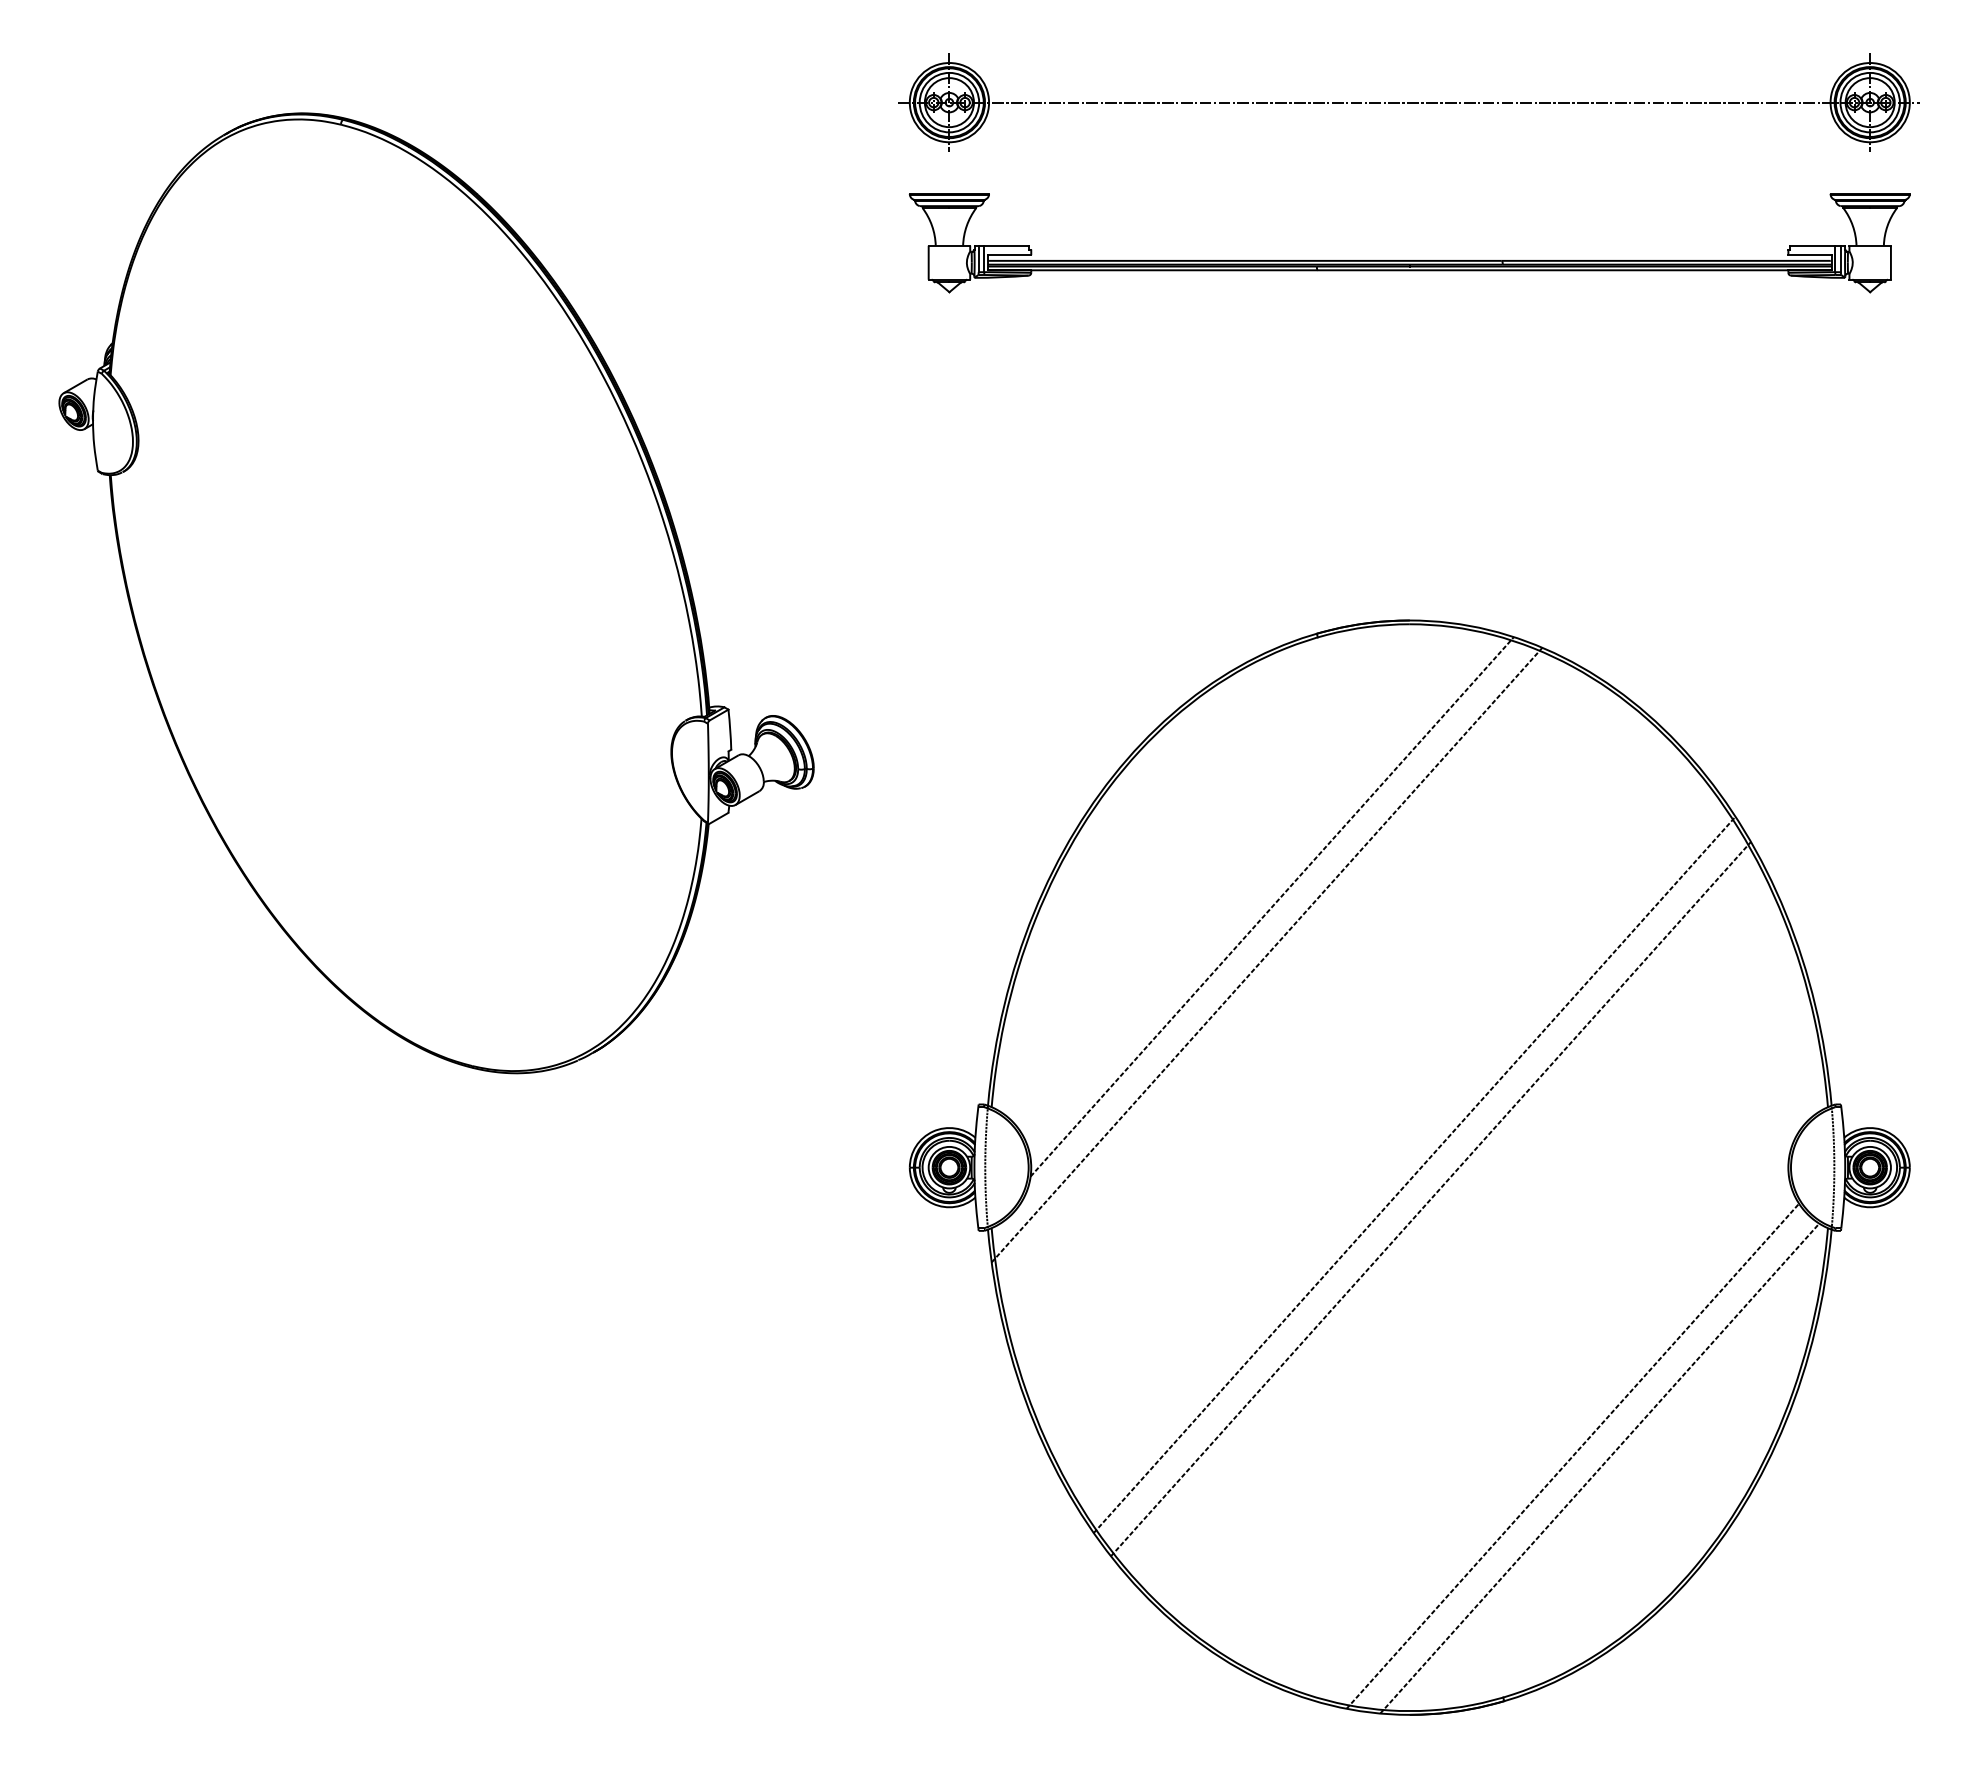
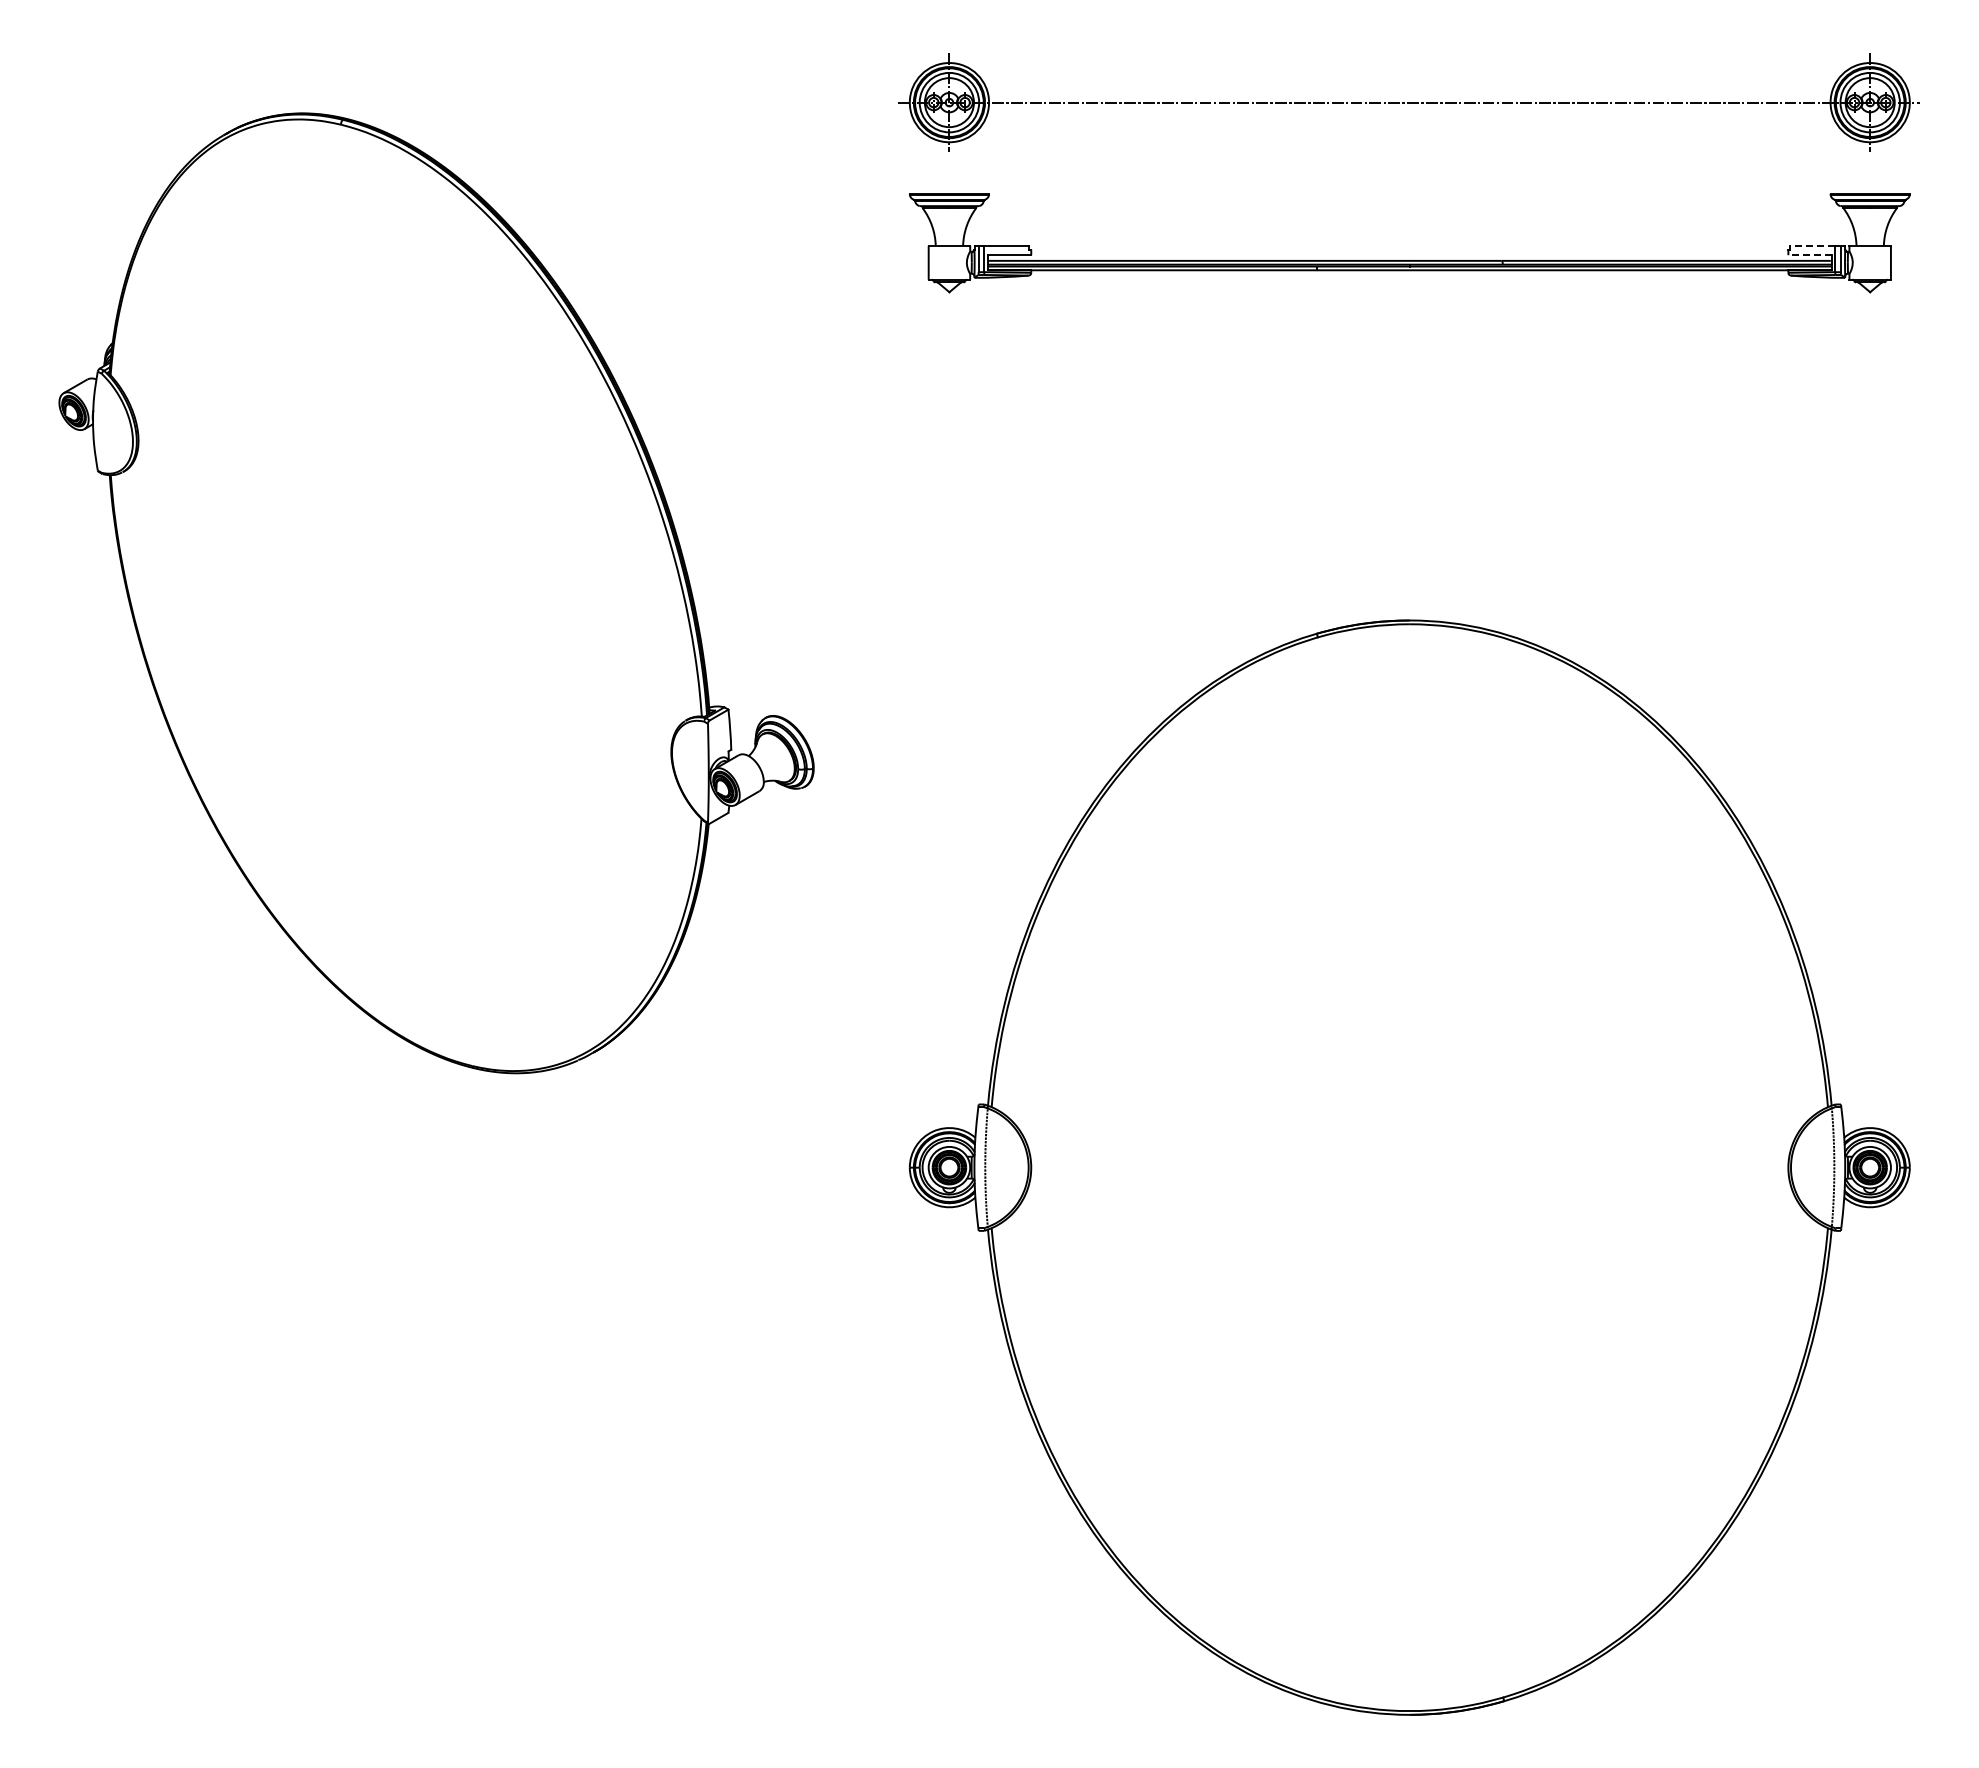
line at (1812, 245): solid -> dashed
line at (1809, 255): solid -> dashed
line at (1271, 906): present -> none
line at (1266, 954): present -> none
line at (1414, 1174): present -> none
line at (1430, 1198): present -> none
line at (1572, 1455): present -> none
line at (1599, 1468): present -> none
